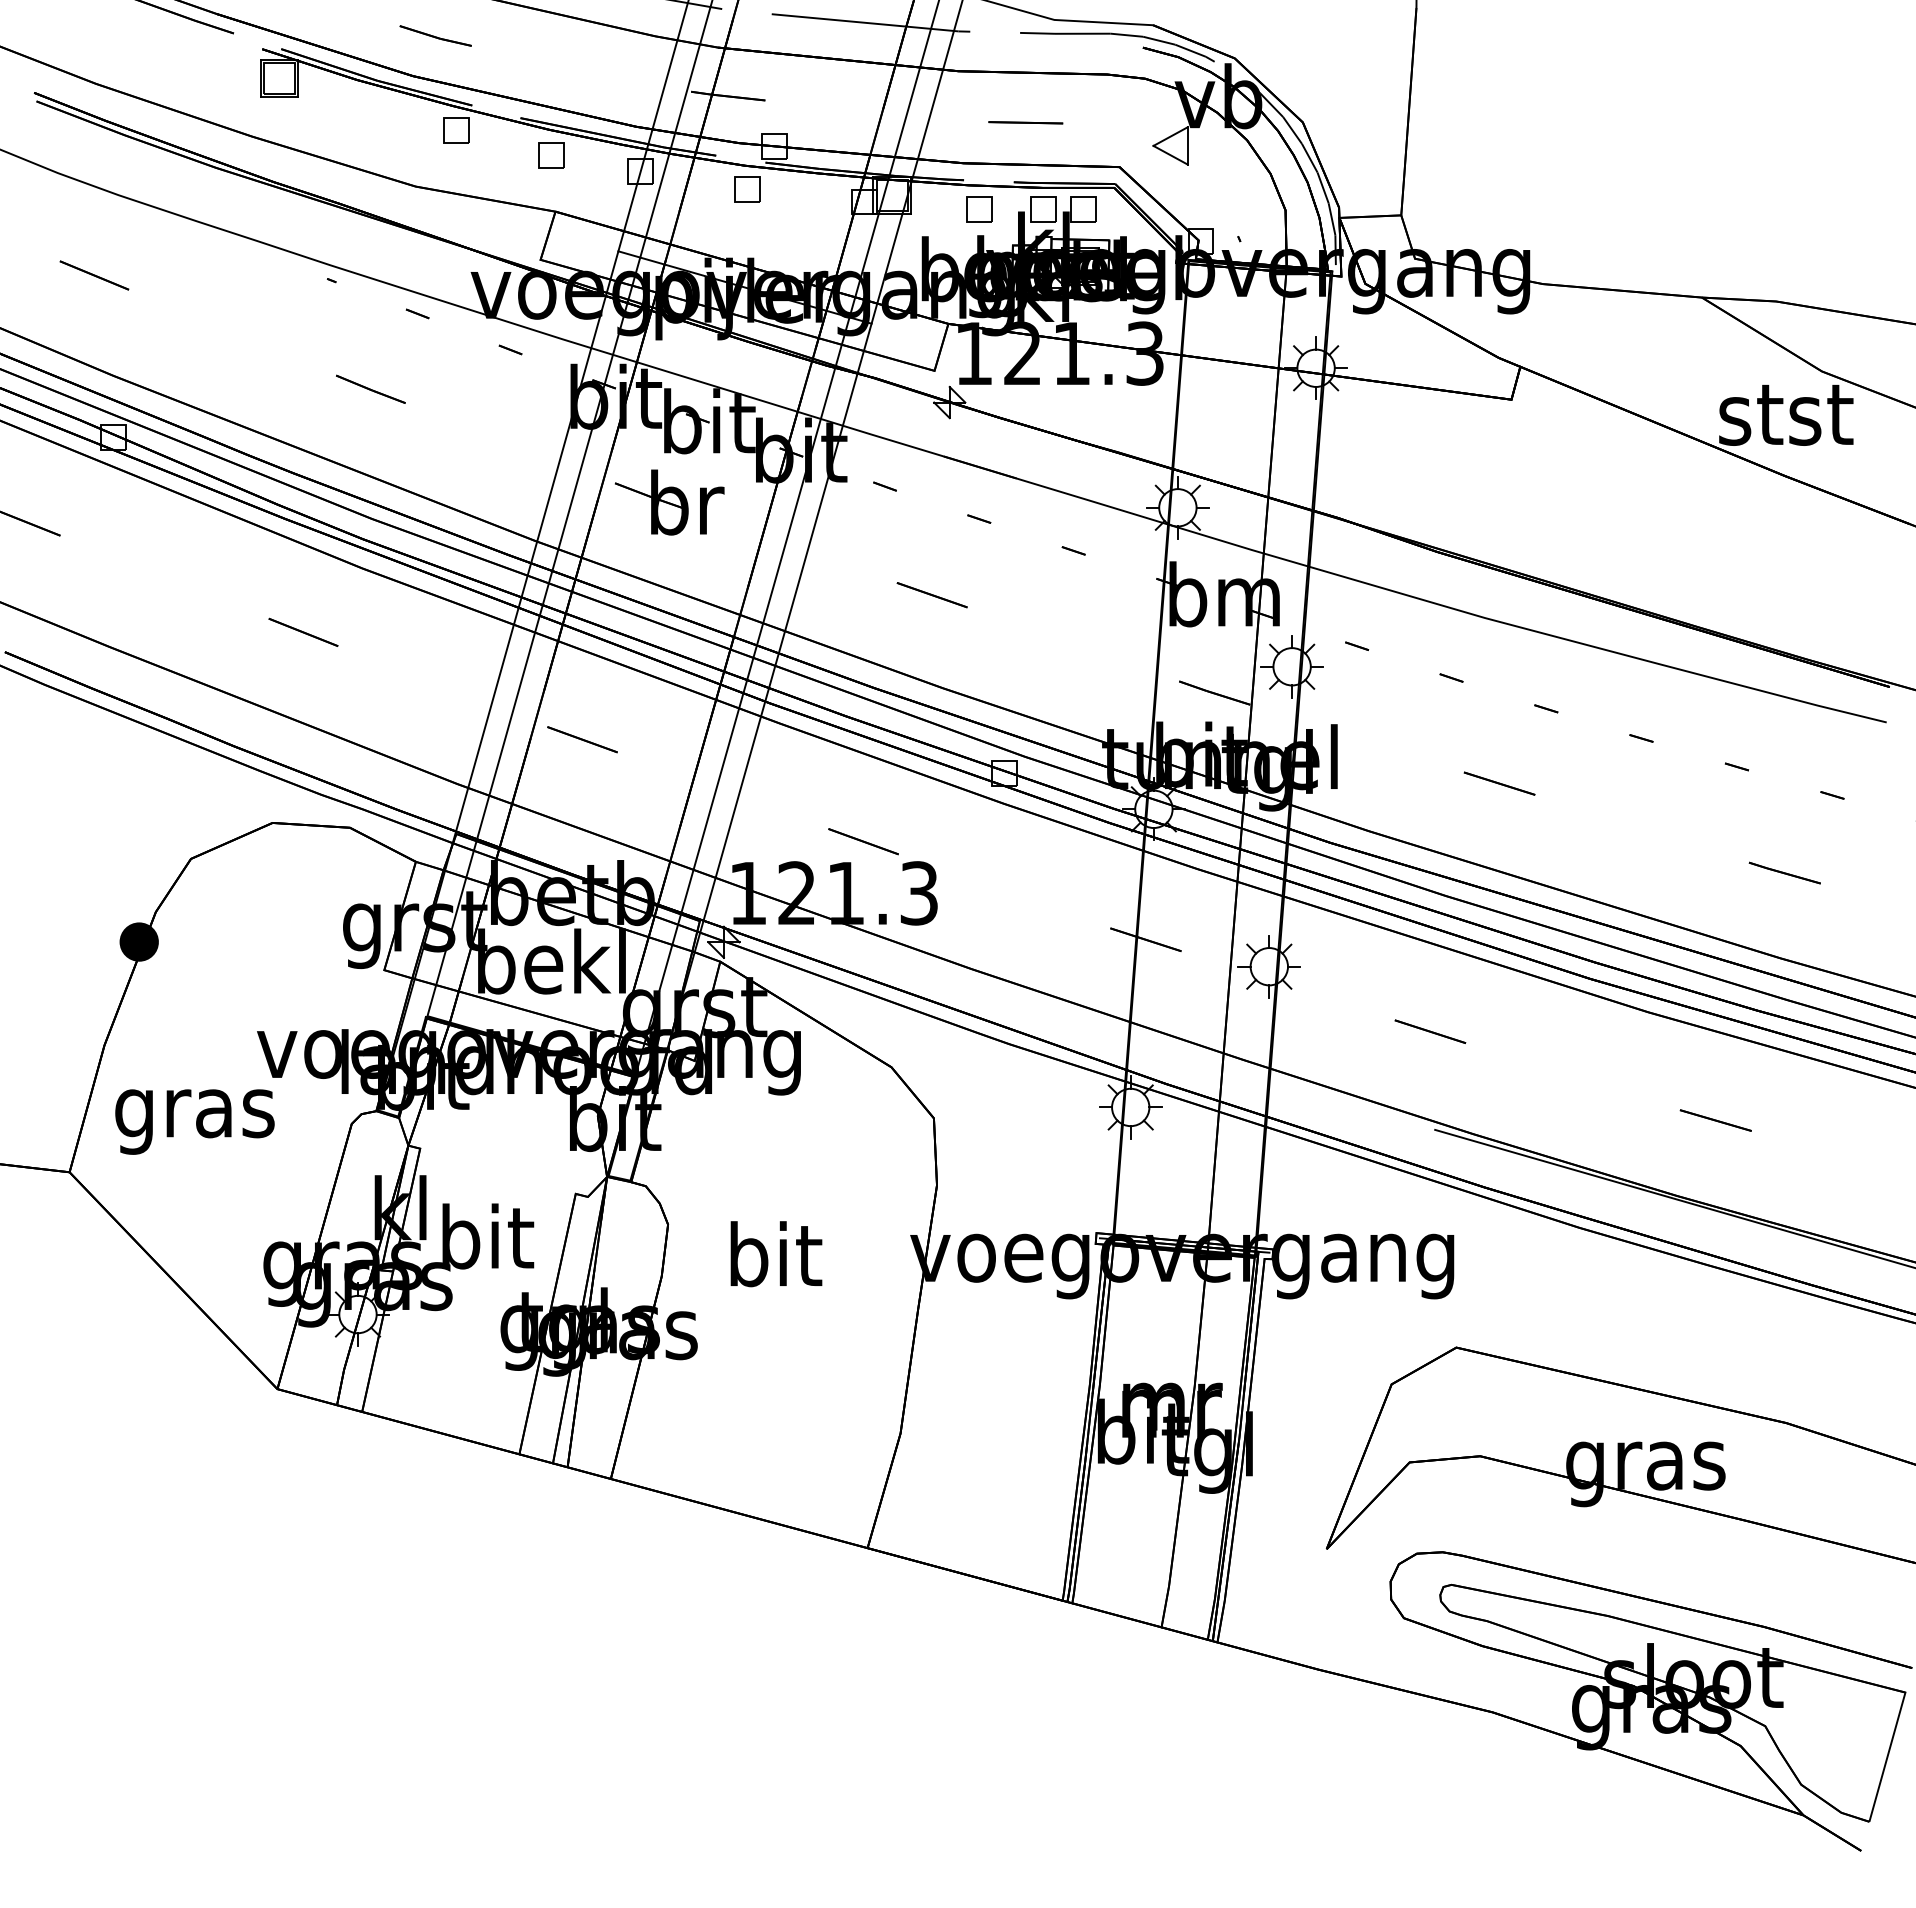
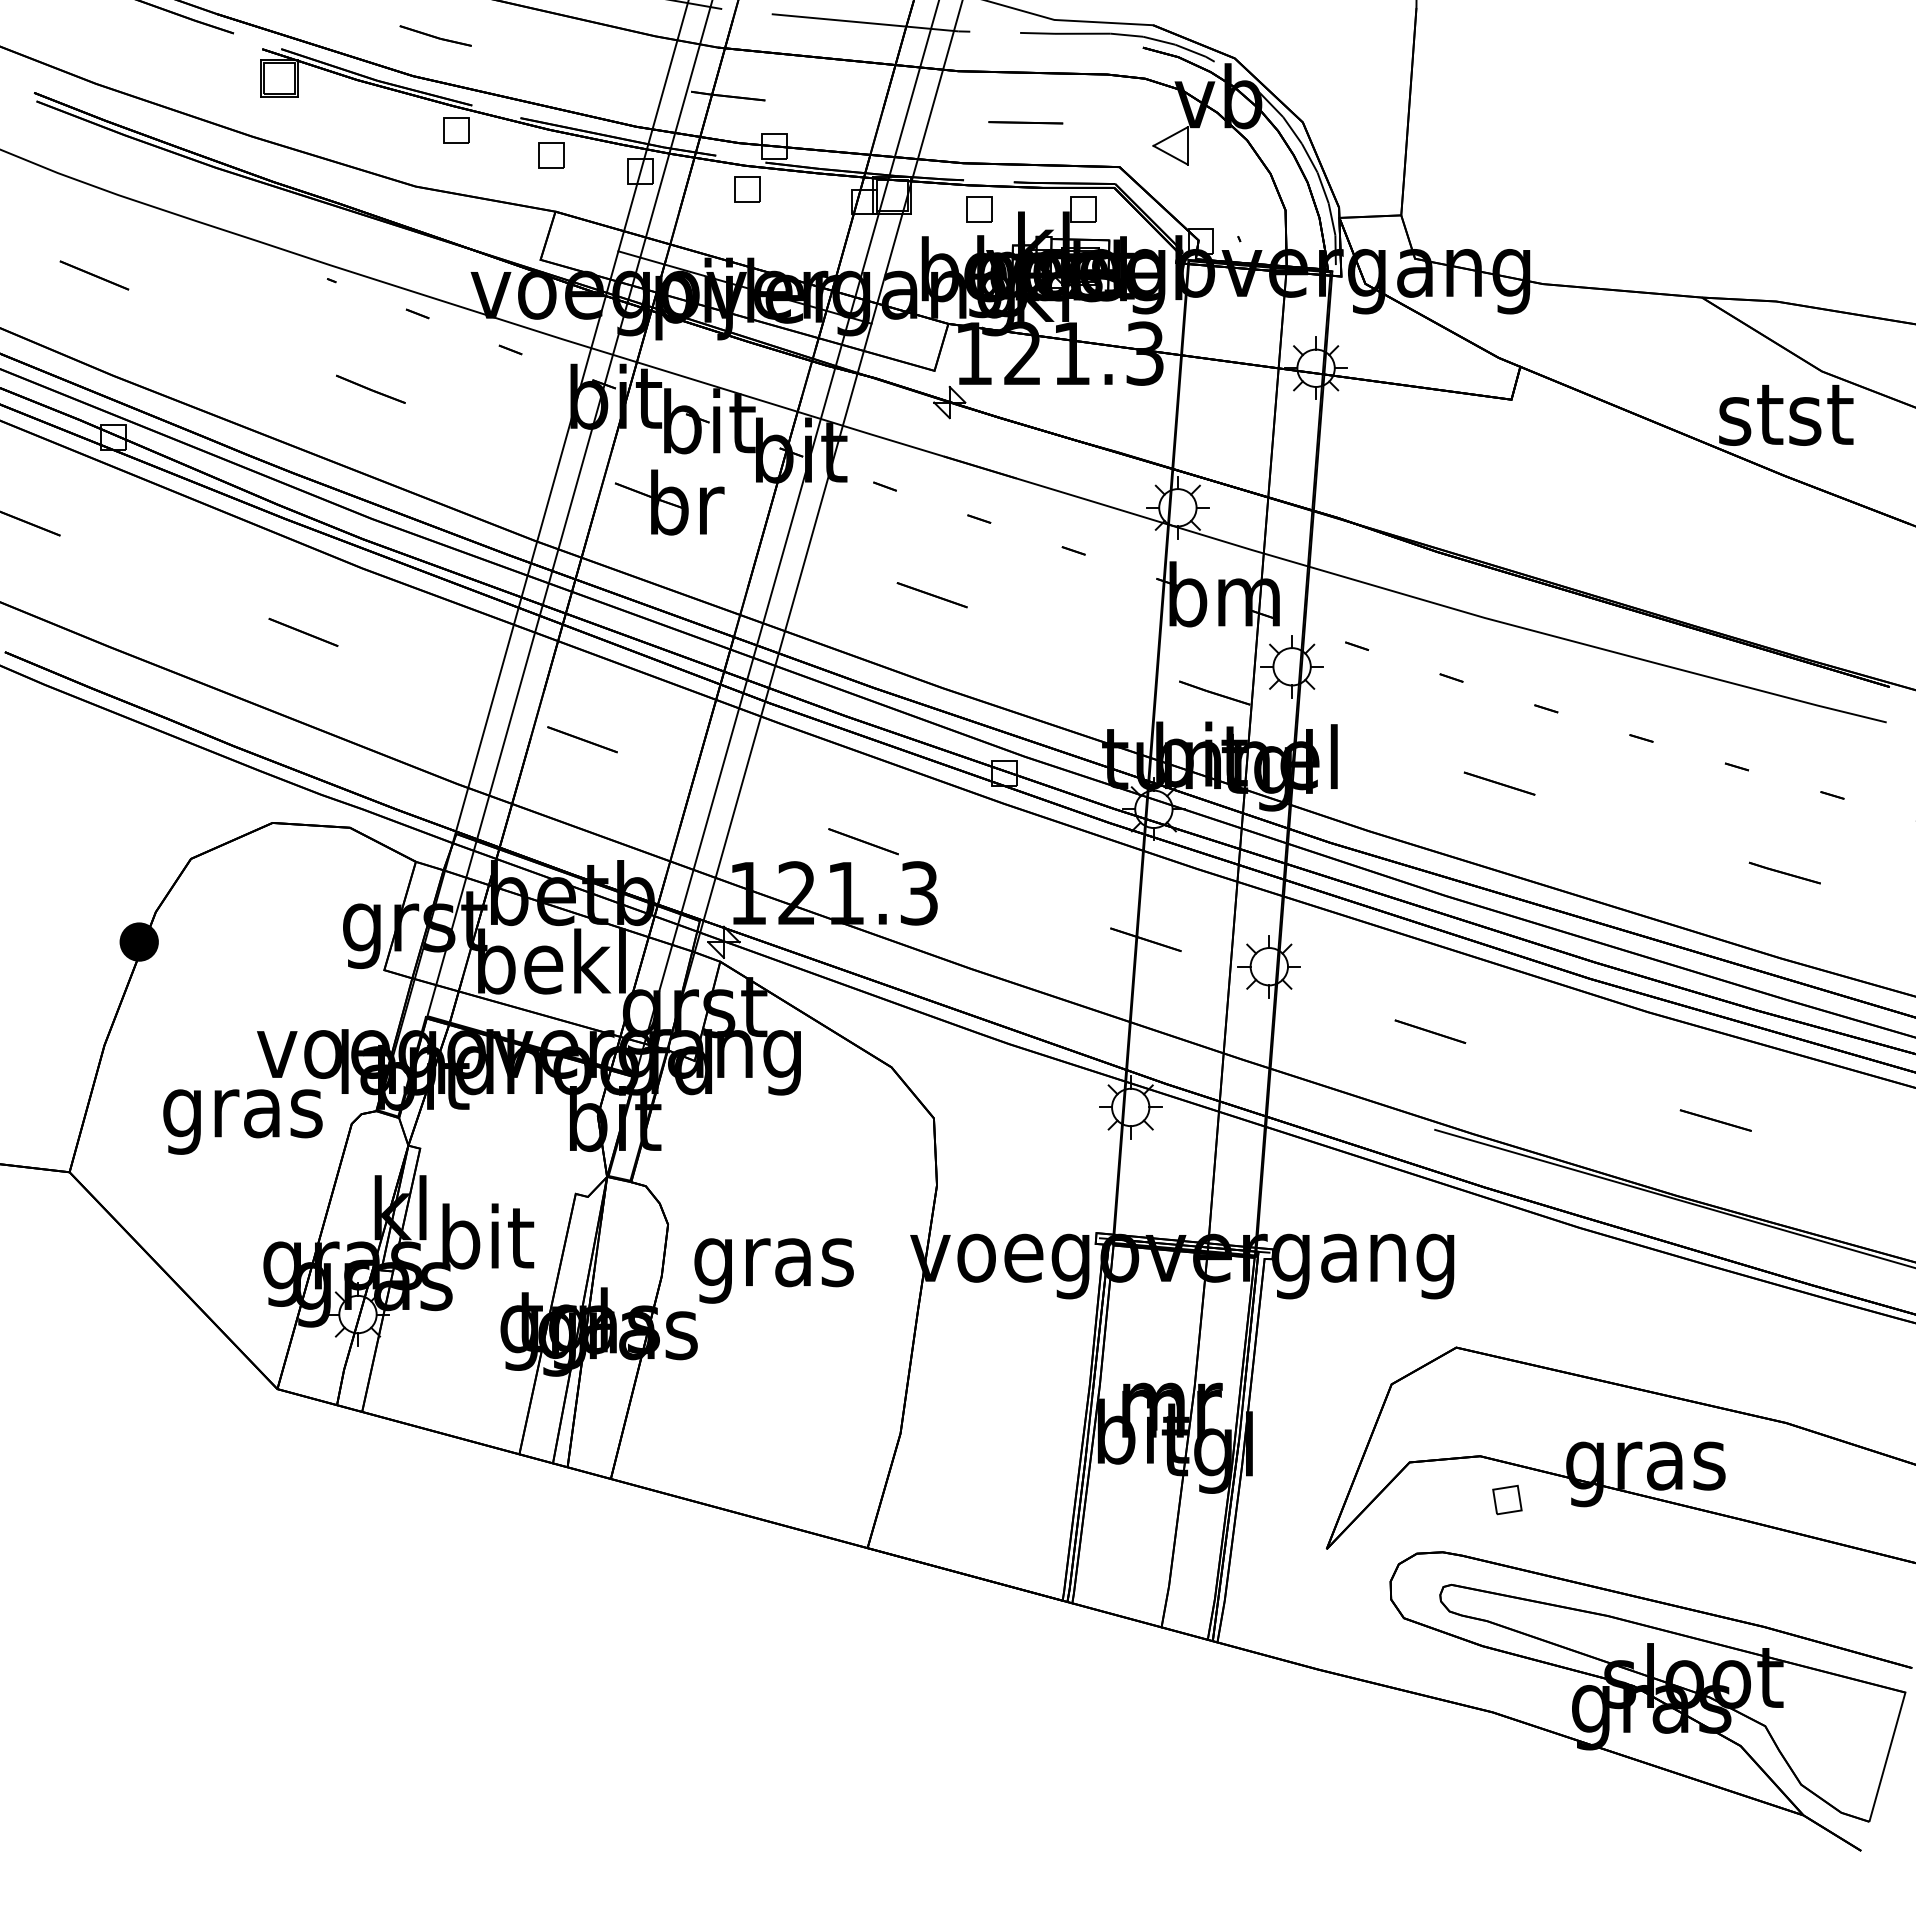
part at (1043, 209): present -> none
text at (194, 1121) position: (194, 1121) -> (242, 1121)
text at (773, 1262): bit -> gras
part at (1507, 1499): none -> present
